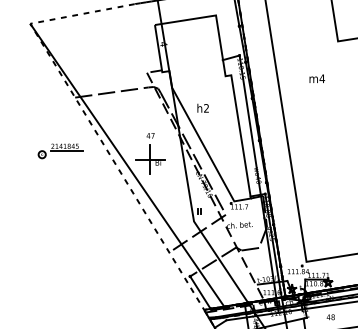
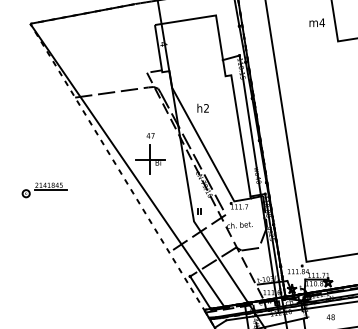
line at (82, 13): none -> present
text at (317, 78) position: (317, 78) -> (317, 22)
part at (60, 151) position: (60, 151) -> (44, 190)
